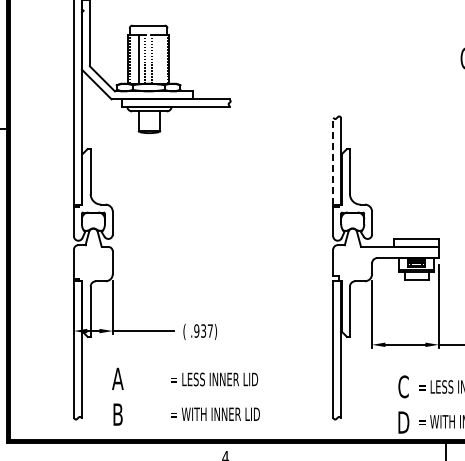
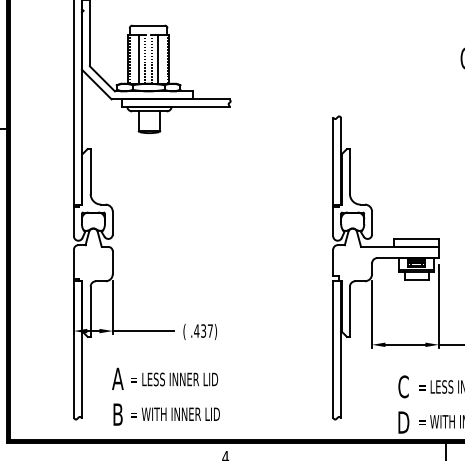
line at (157, 58): none -> present
line at (333, 160): dashed -> solid
text at (196, 330): .937) -> .437)
text at (215, 396) position: (215, 396) -> (175, 396)
